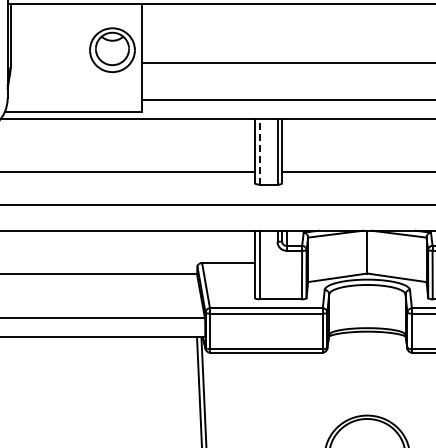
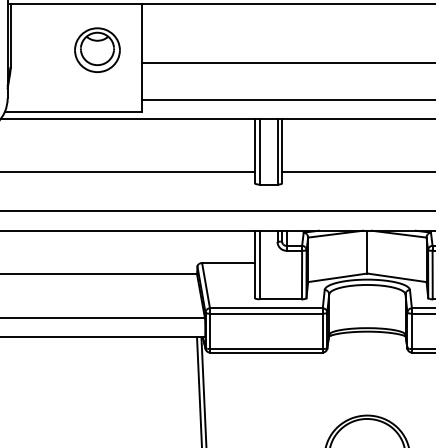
part at (112, 49) position: (112, 49) -> (97, 49)
line at (259, 151): dashed -> solid
line at (217, 205) position: (217, 205) -> (217, 211)
